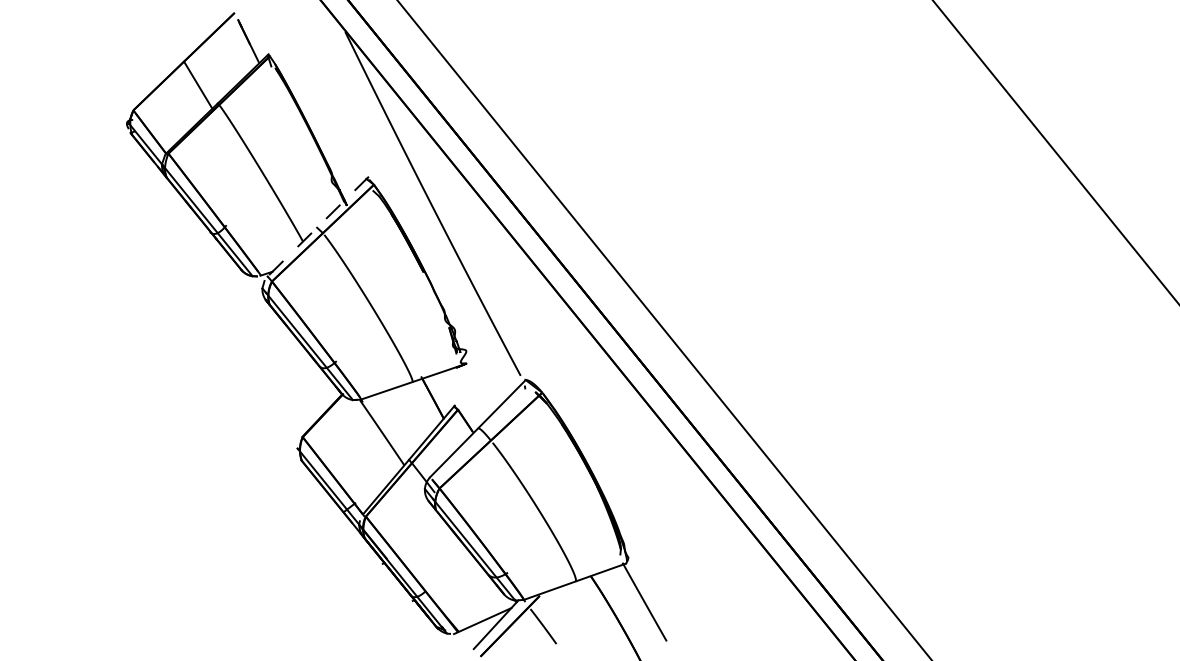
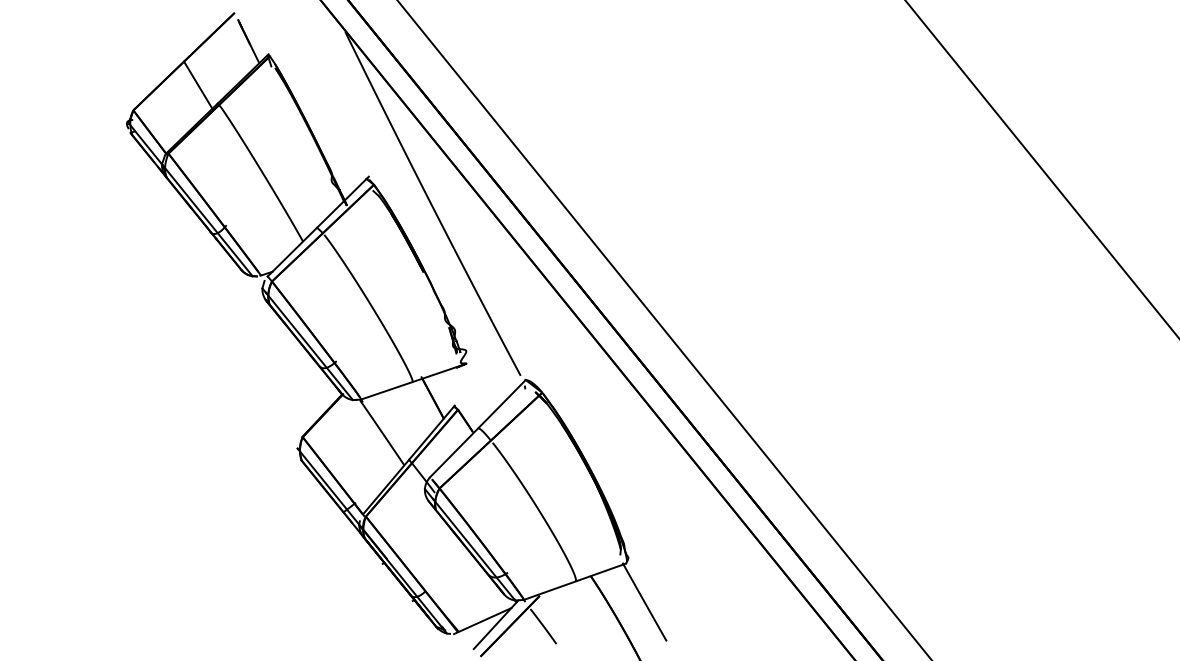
line at (1055, 151) position: (1055, 151) -> (1041, 168)
line at (317, 226): dashed -> solid
